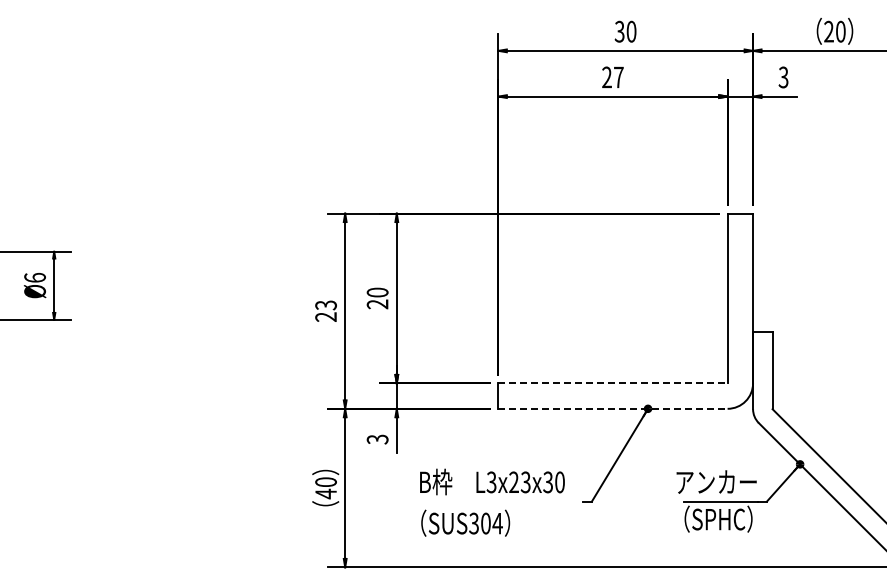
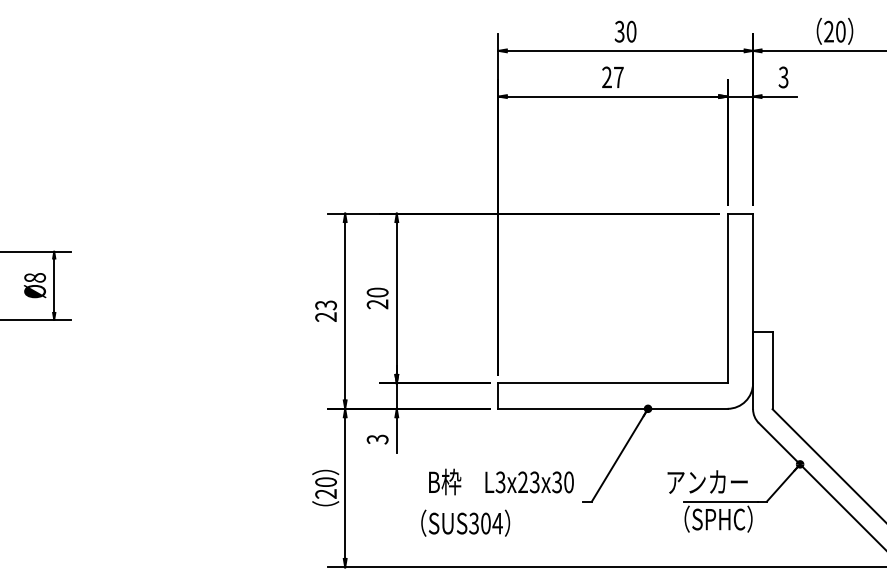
text at (34, 277): Ø6 -> Ø8
line at (613, 383): dashed -> solid
line at (613, 408): dashed -> solid
text at (492, 481) position: (492, 481) -> (501, 481)
text at (716, 481) position: (716, 481) -> (707, 481)
text at (325, 493): 40 -> 20
